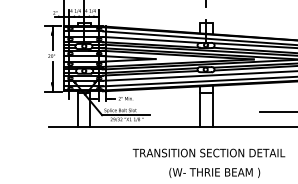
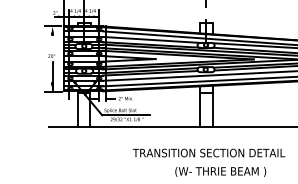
line at (52, 38): present -> none
line at (276, 112): present -> none
text at (214, 172) position: (214, 172) -> (220, 171)
